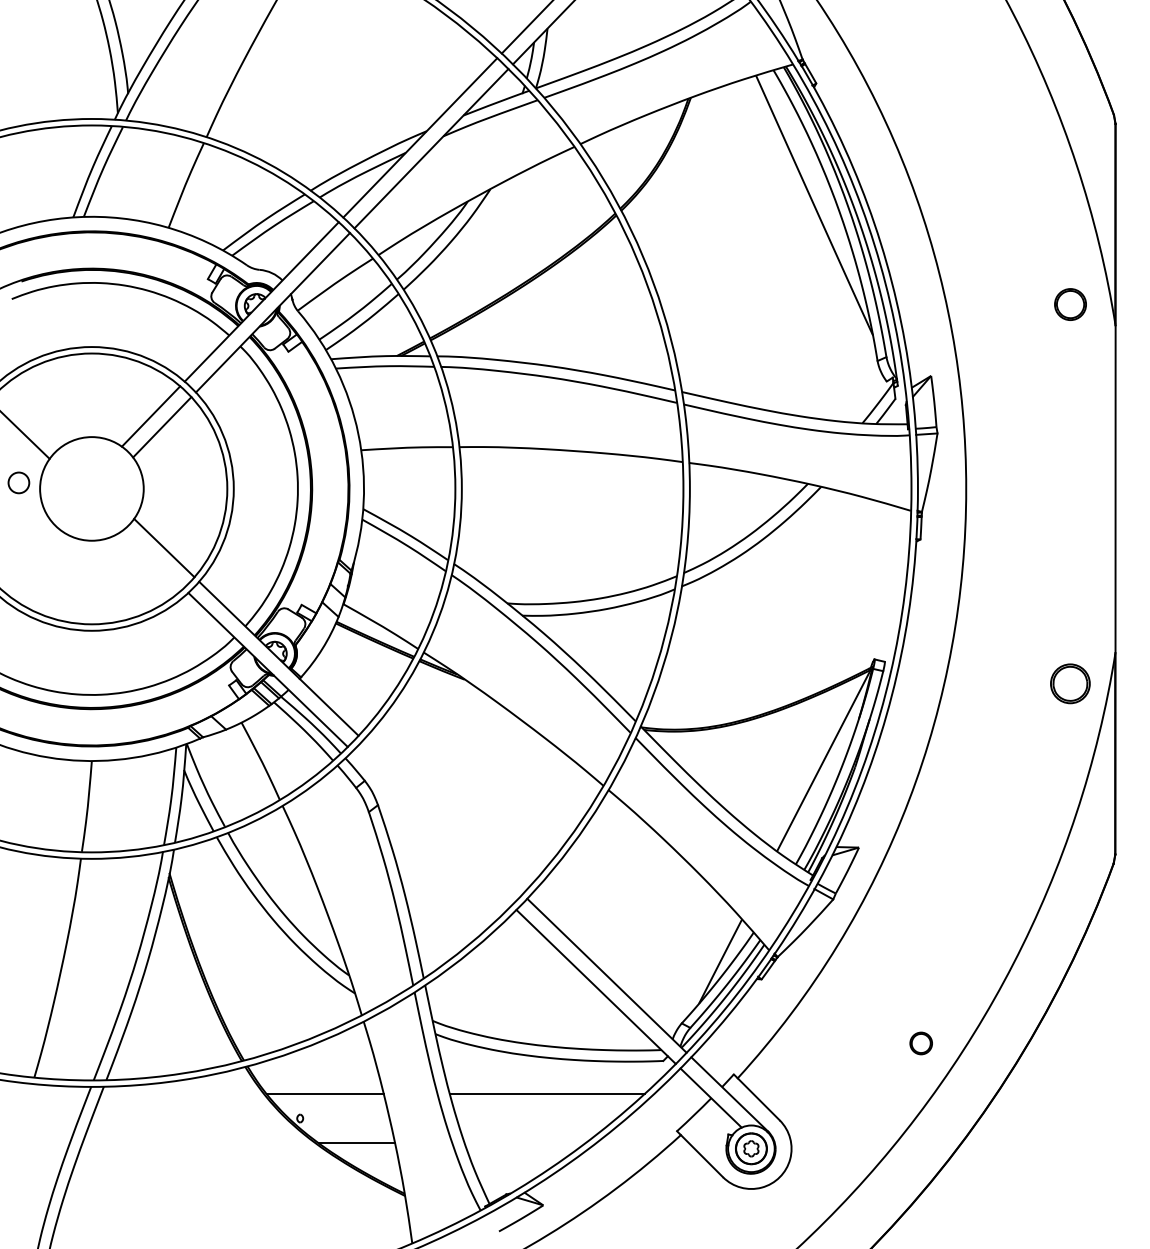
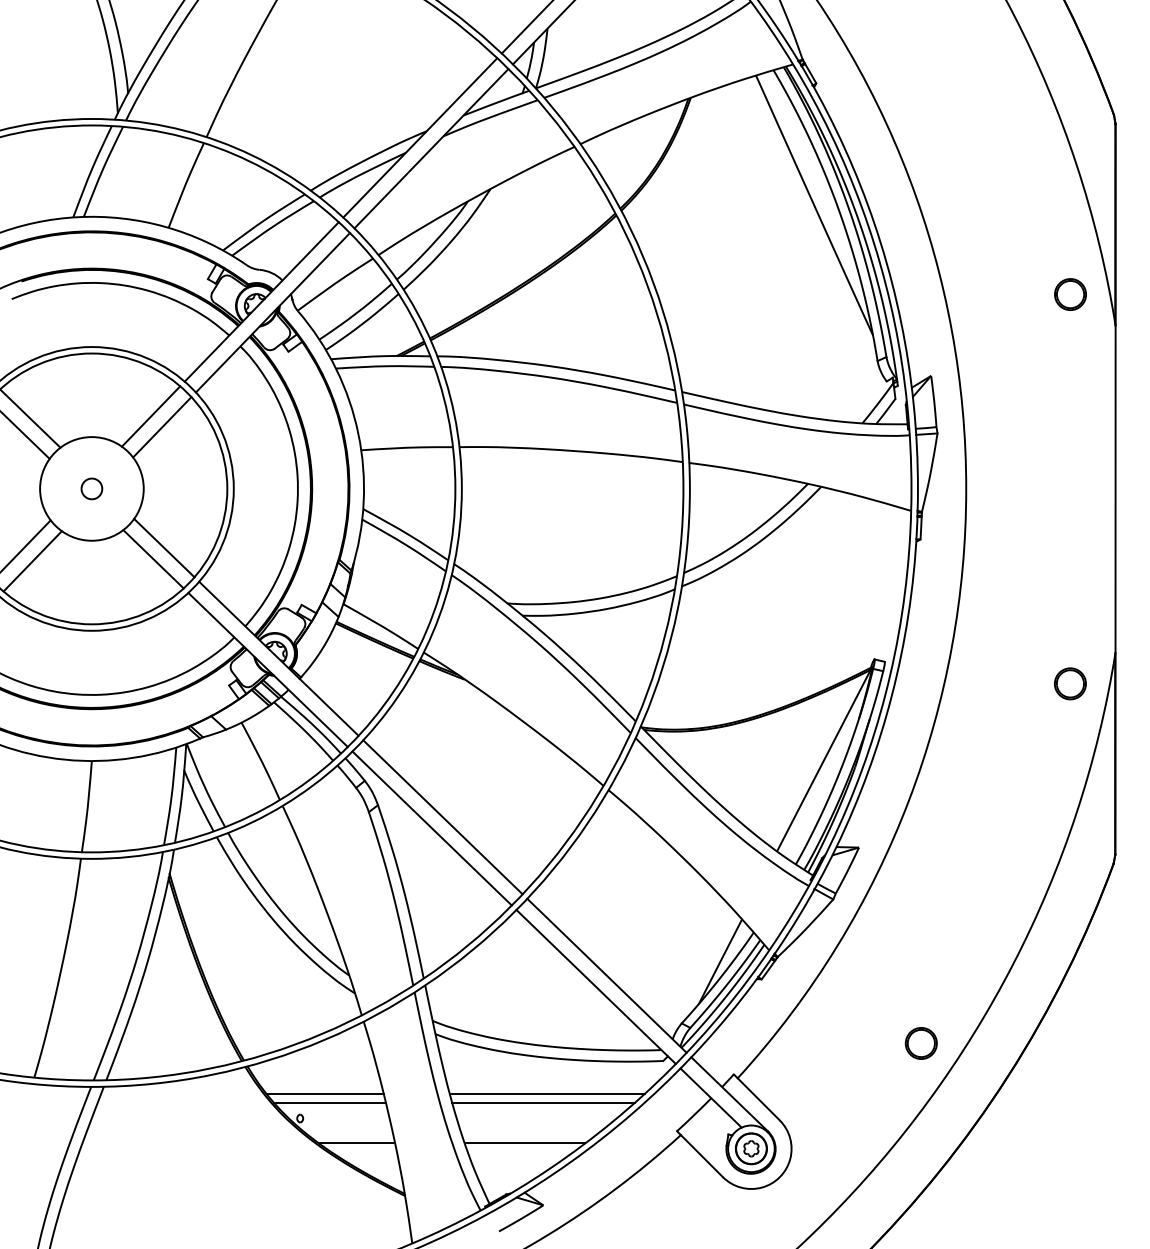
part at (1070, 304) position: (1070, 304) -> (1070, 294)
line at (31, 419): none -> present
circle at (18, 482) position: (18, 482) -> (91, 488)
line at (26, 545): none -> present
line at (153, 559): none -> present
line at (32, 561): none -> present
part at (1070, 683) size: 41x42 px -> 33x34 px
line at (442, 817): none -> present
line at (431, 828): none -> present
part at (920, 1043) size: 24x25 px -> 34x33 px
line at (329, 1102): none -> present
line at (543, 1102): none -> present
line at (524, 1143): none -> present
